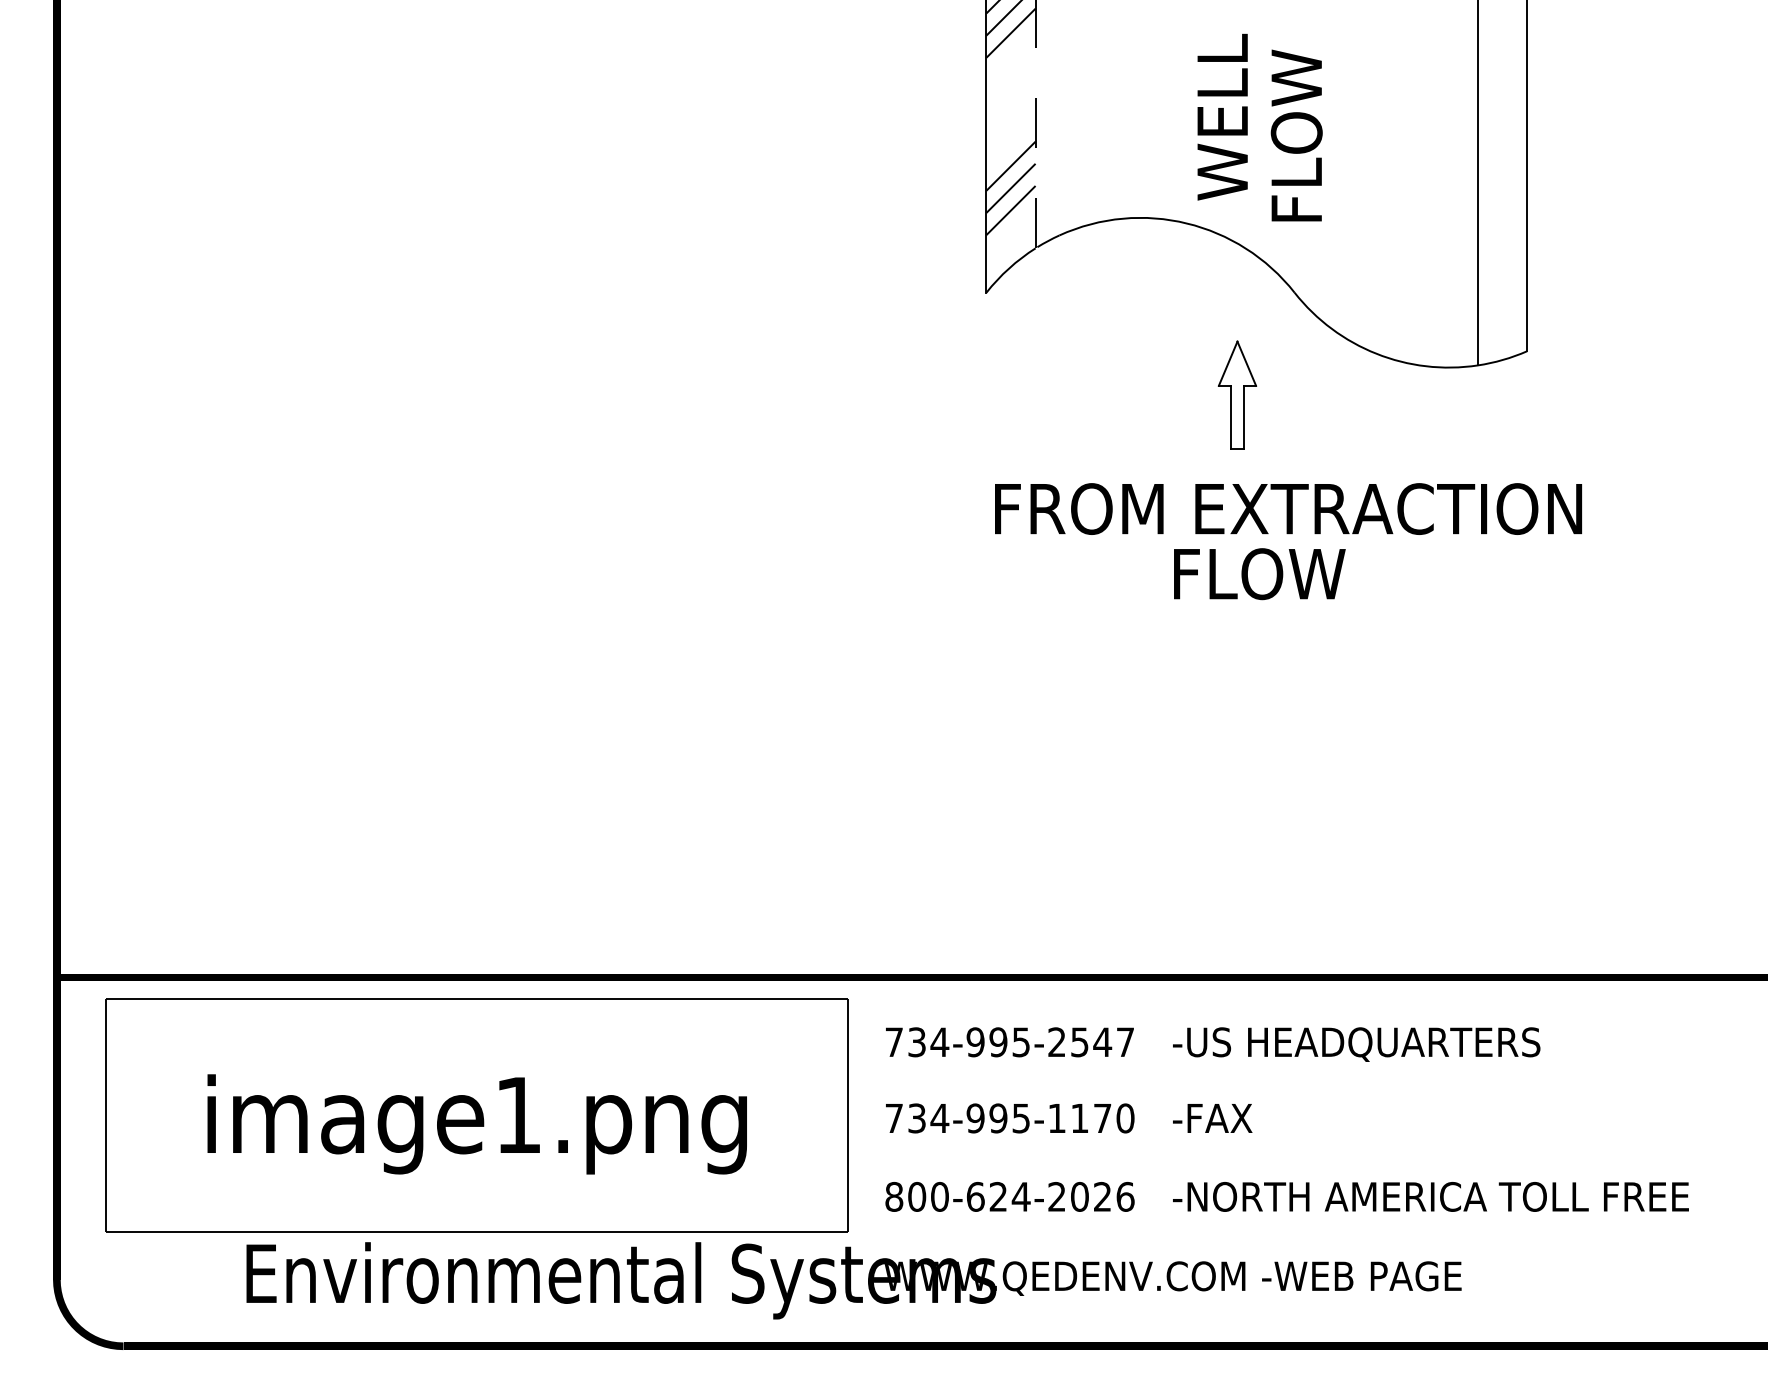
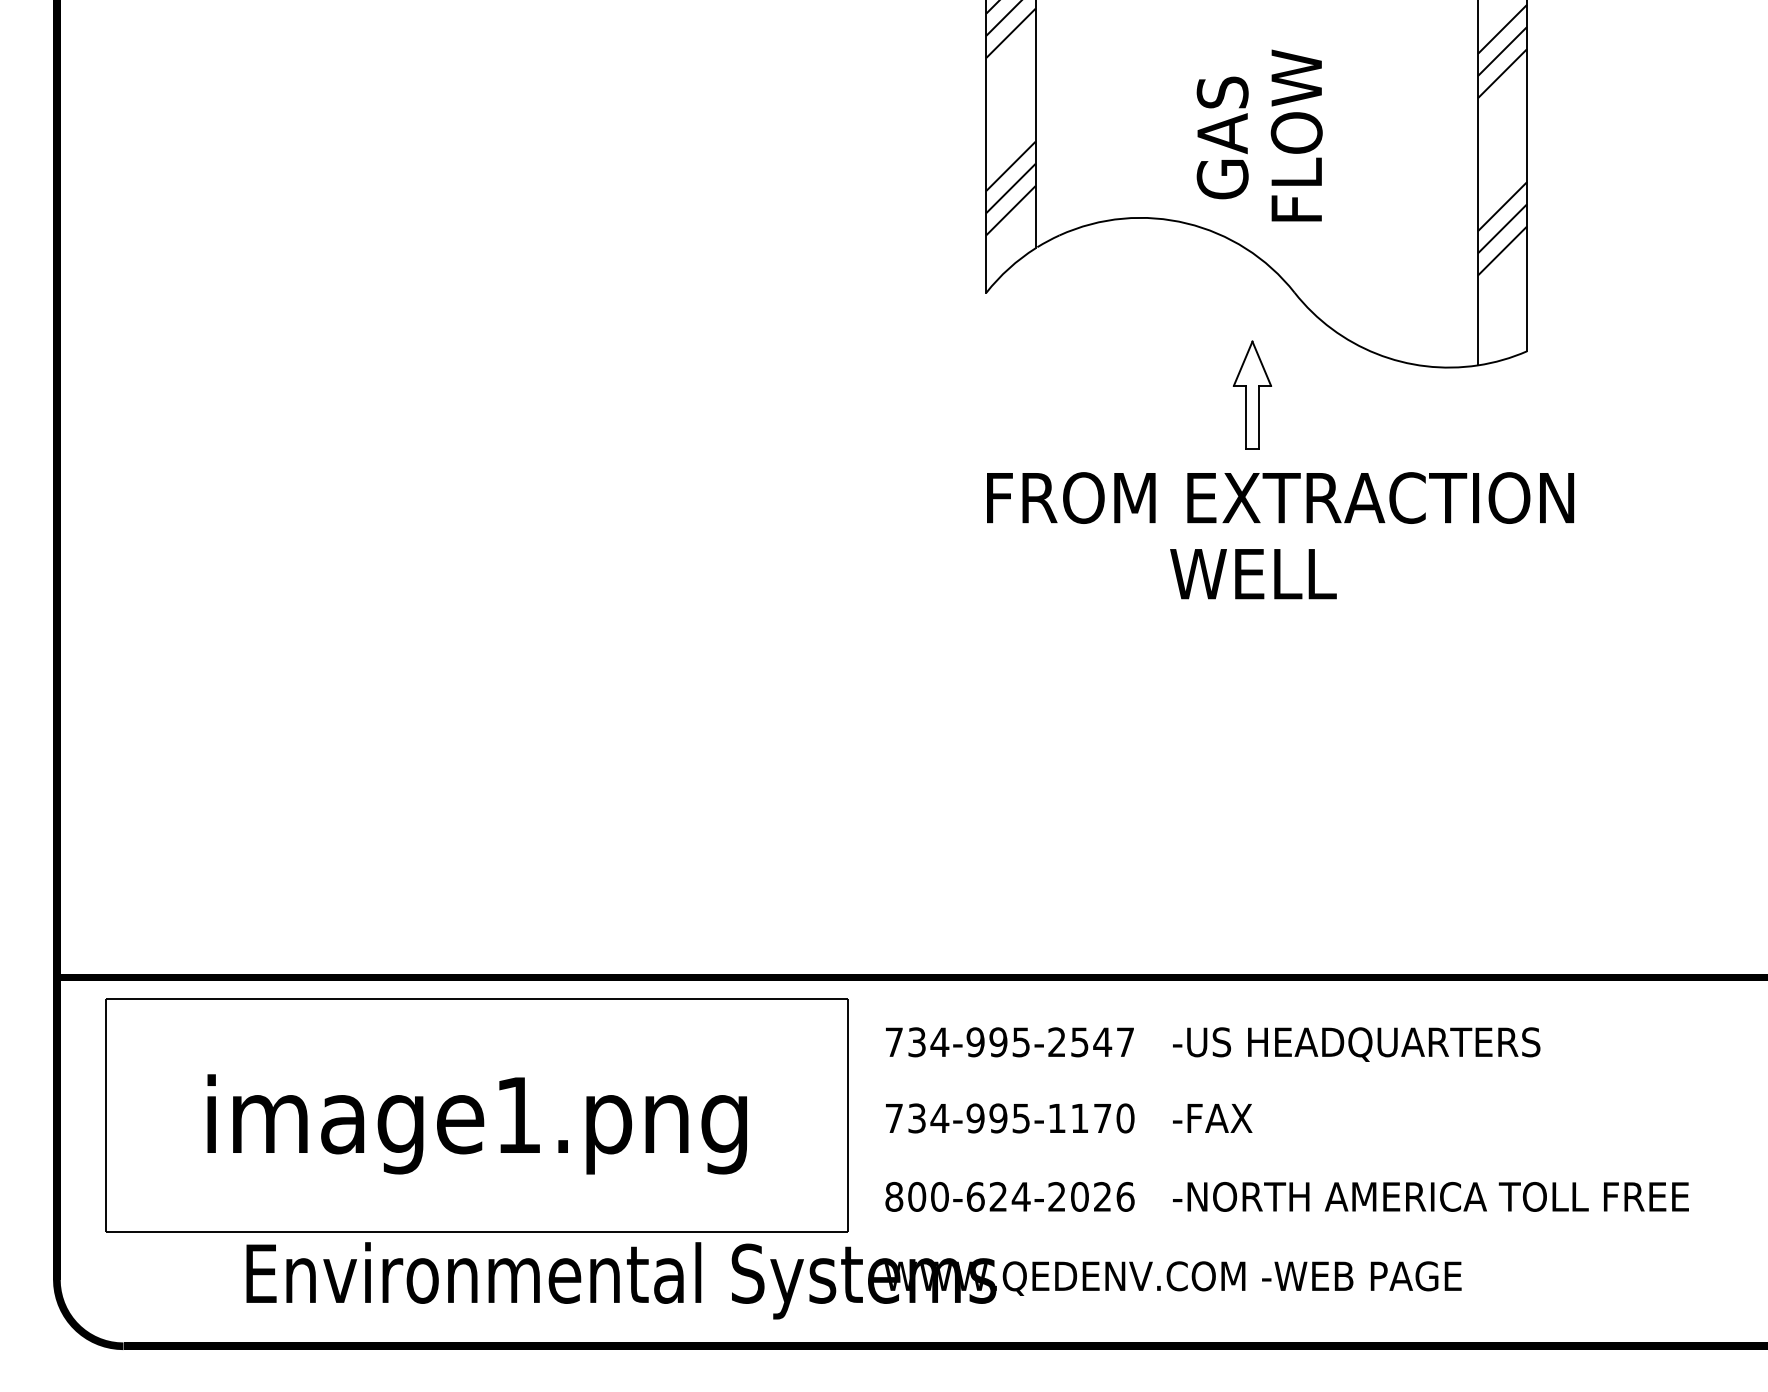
text at (1222, 116): WELL -> GAS
line at (1035, 124): dashed -> solid
hatch at (1502, 139): none -> present
part at (1237, 394) position: (1237, 394) -> (1252, 394)
text at (1288, 508) position: (1288, 508) -> (1280, 497)
text at (1257, 574): FLOW -> WELL
